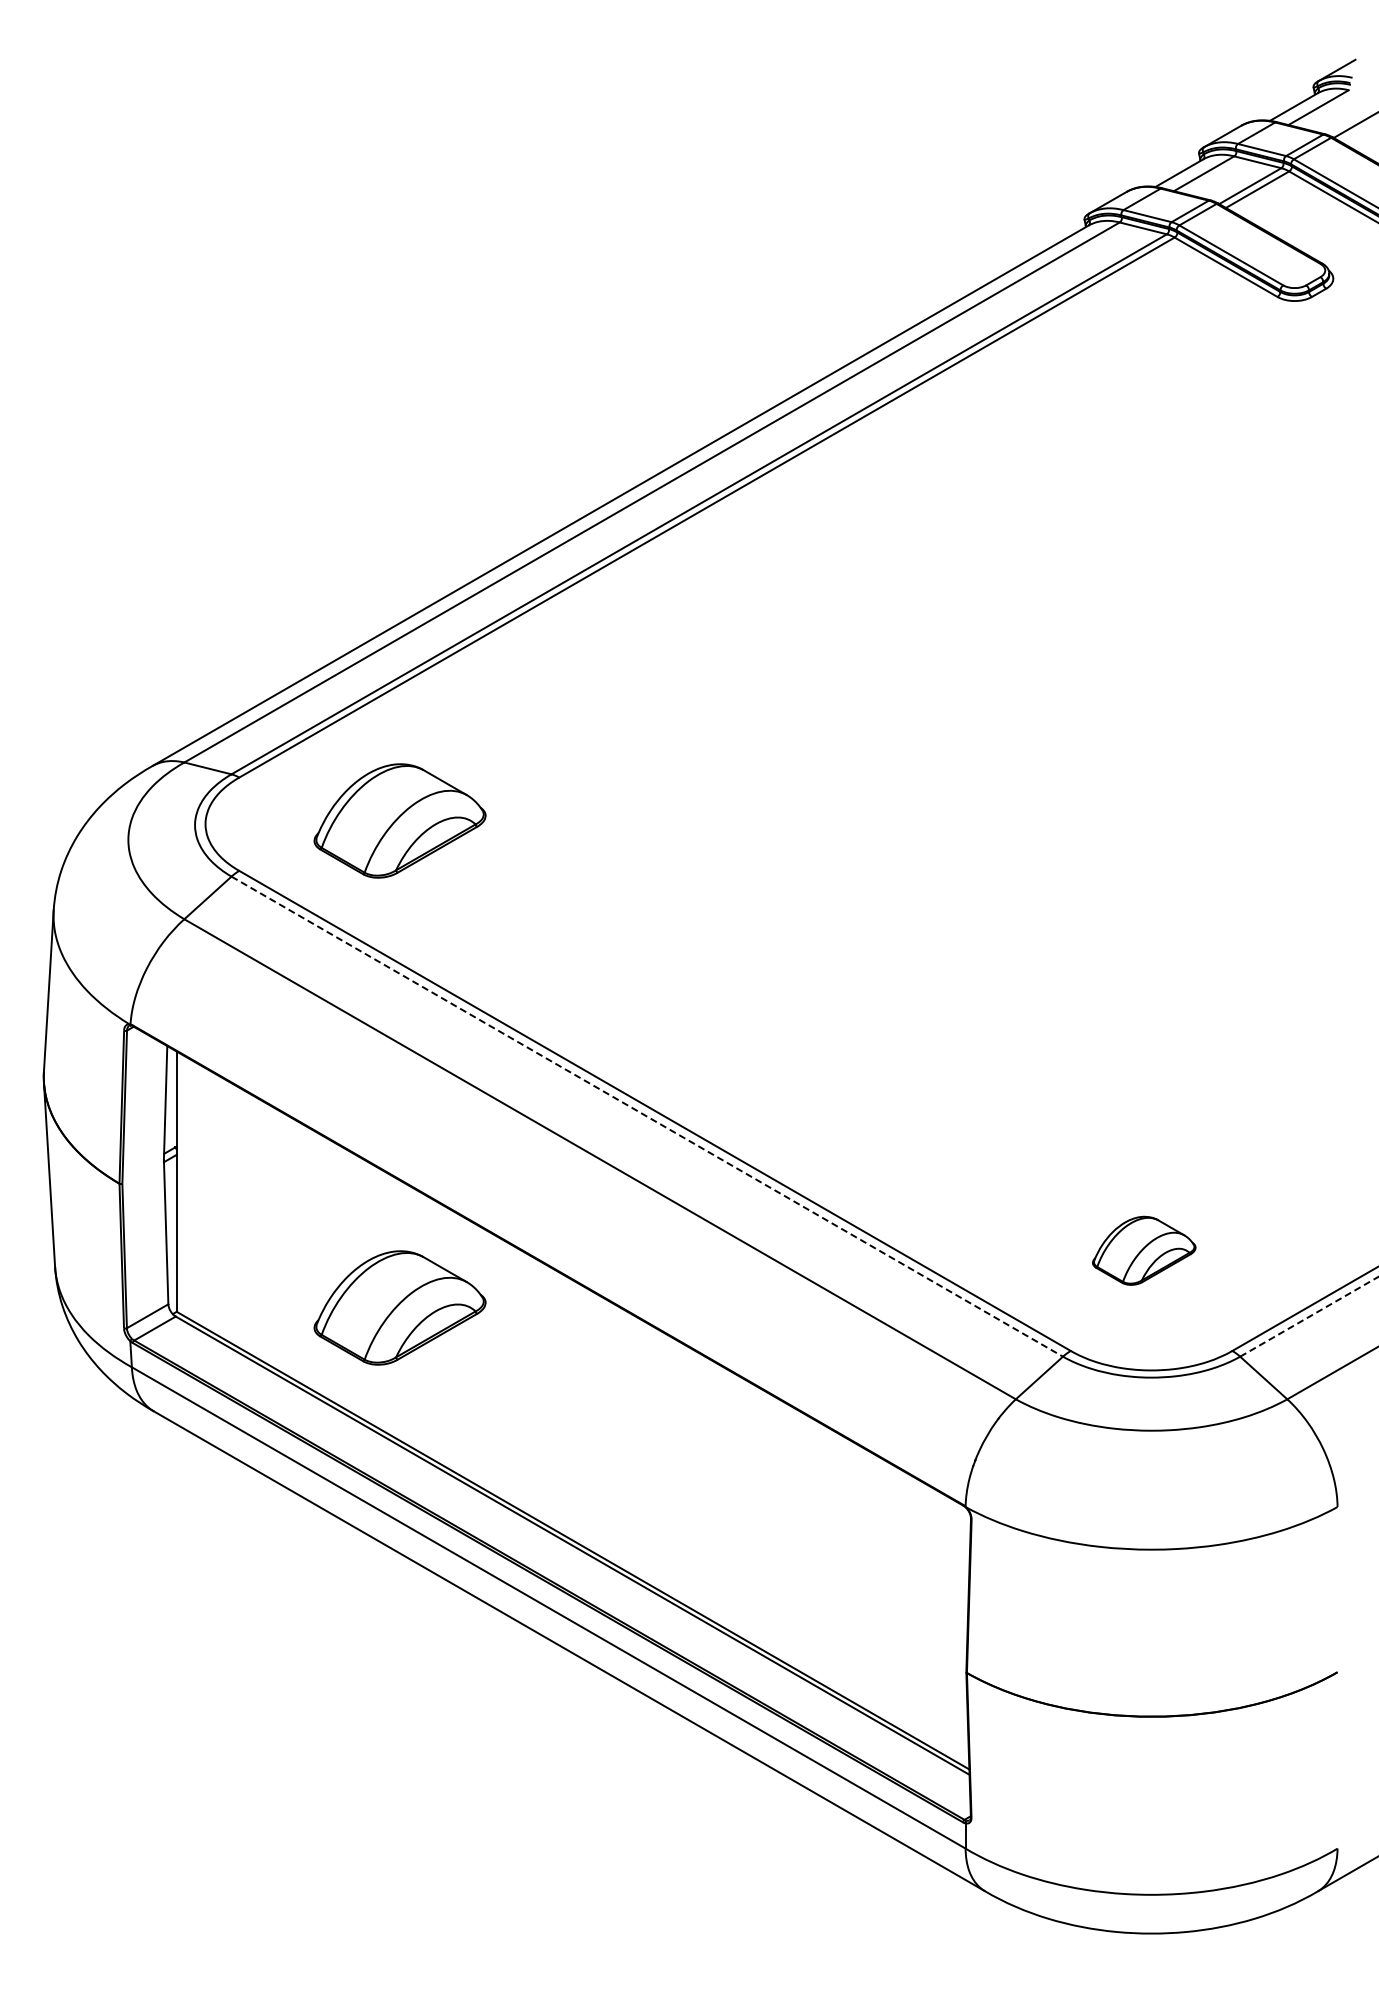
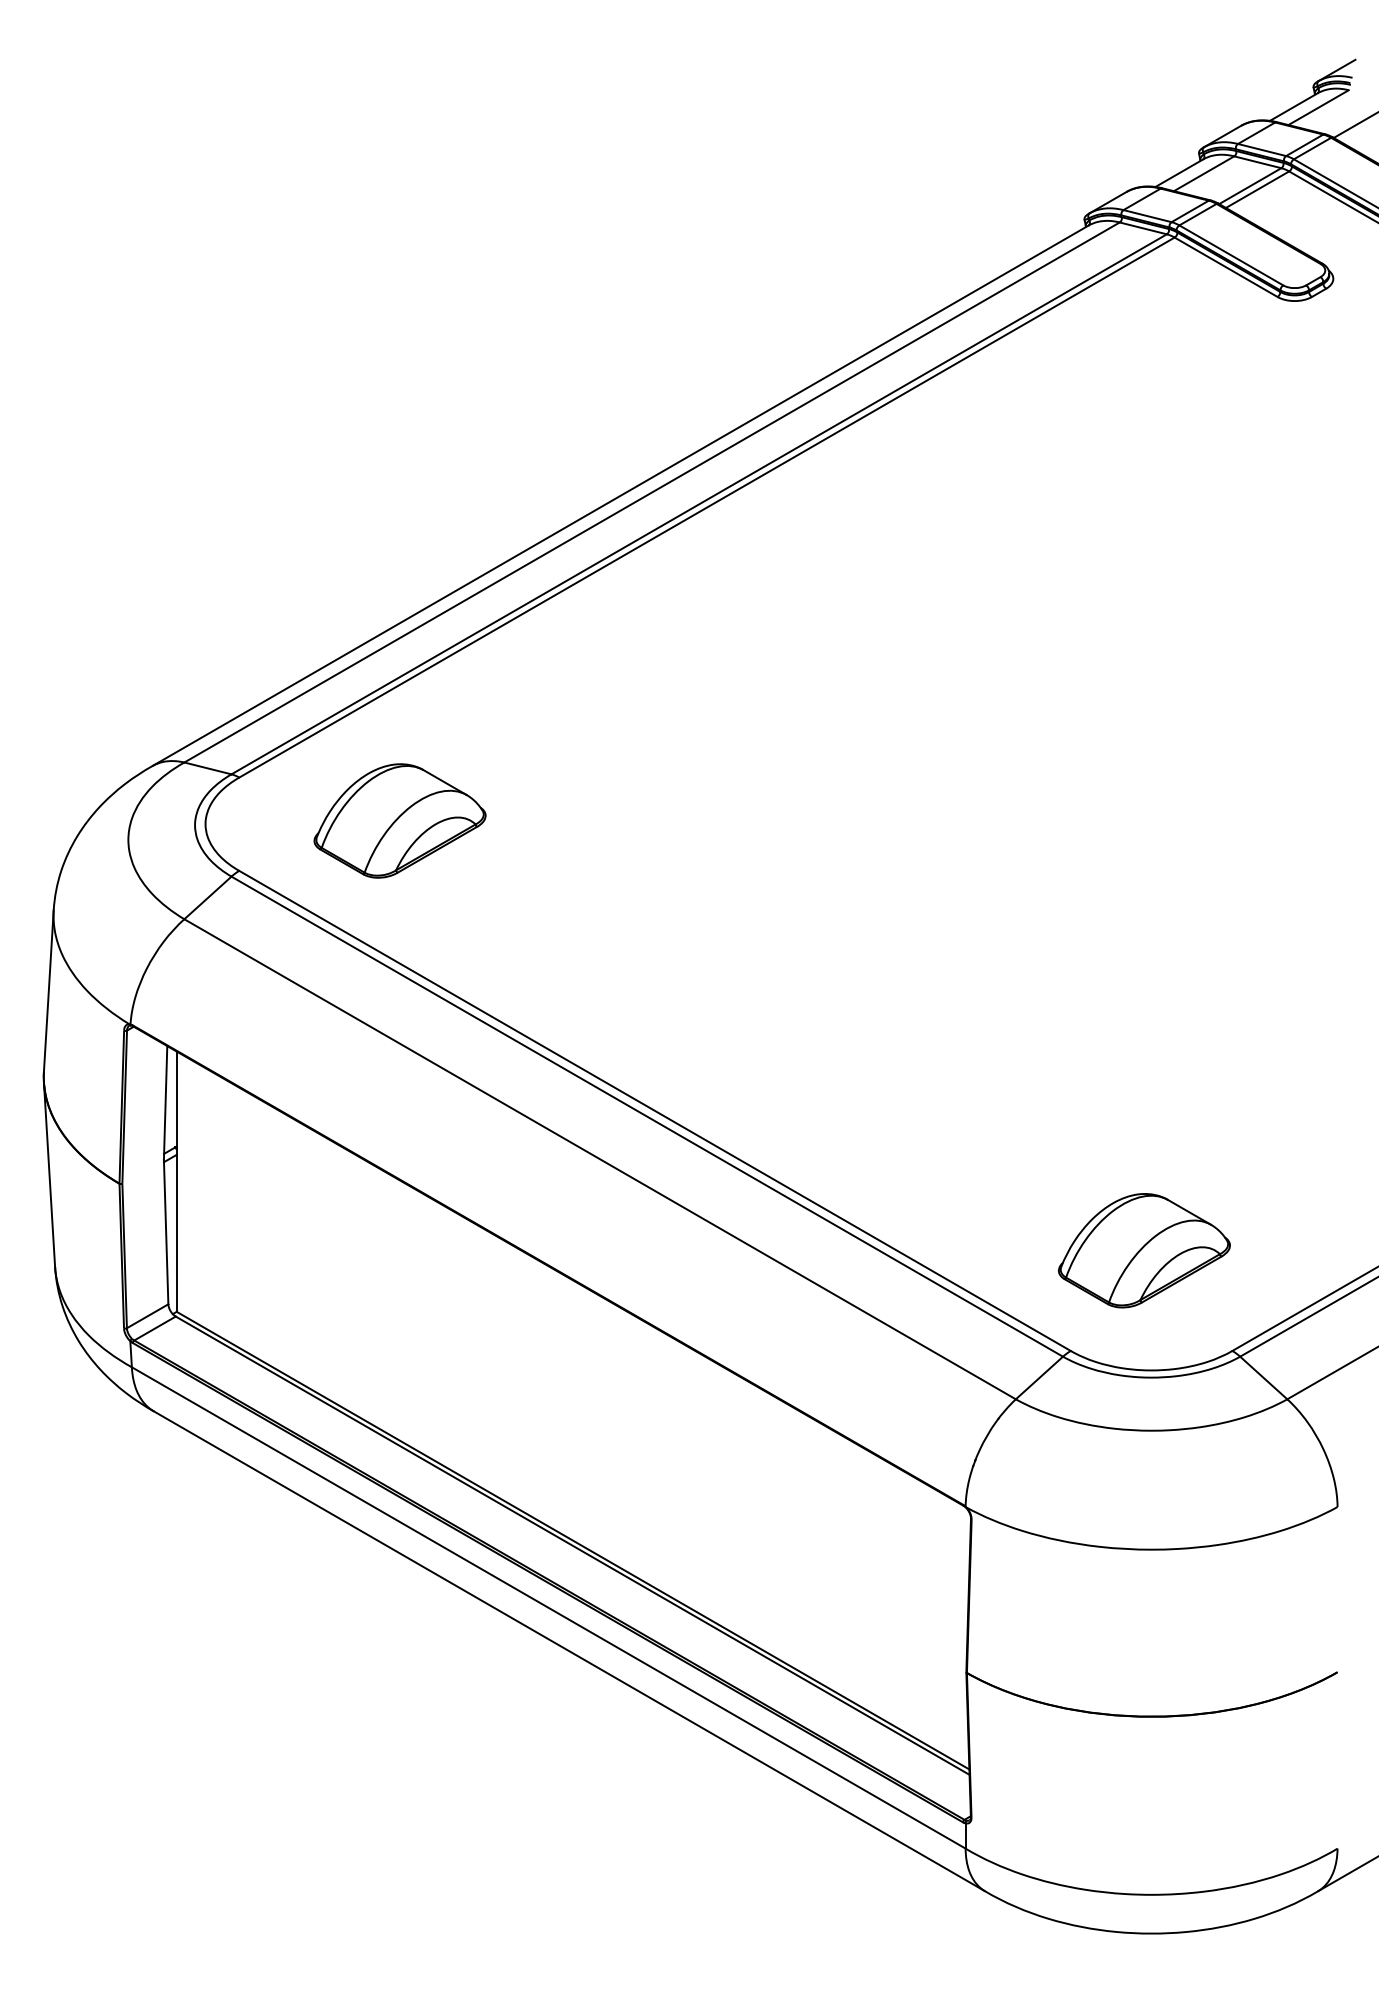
line at (647, 1116): dashed -> solid
part at (1144, 1250) size: 105x71 px -> 174x116 px
part at (399, 1307): present -> none
line at (1309, 1316): dashed -> solid
